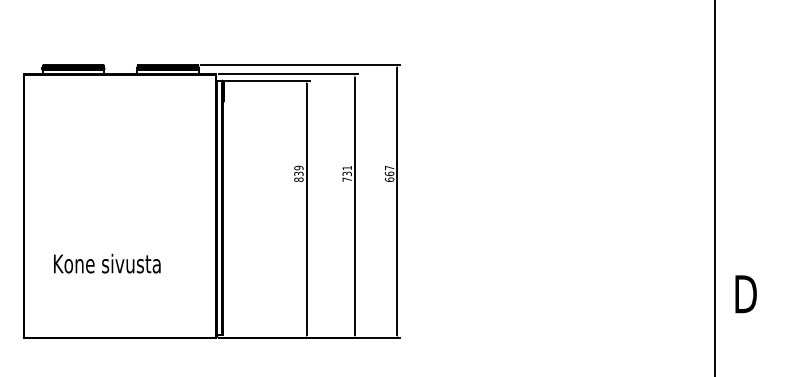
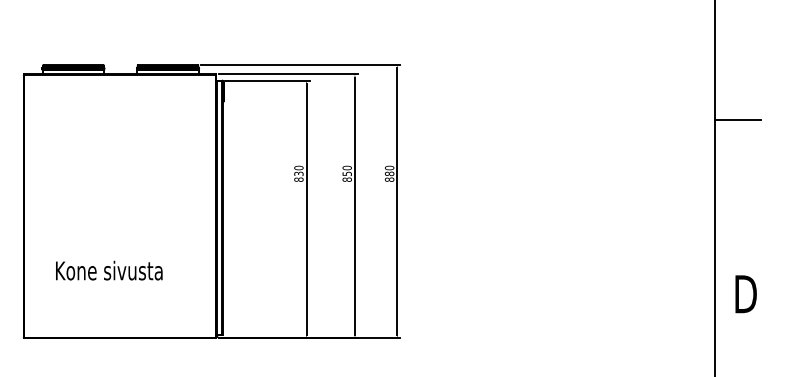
line at (737, 120): none -> present
text at (298, 168): 839 -> 830
text at (346, 173): 731 -> 850
text at (389, 173): 667 -> 880
text at (107, 263) position: (107, 263) -> (109, 270)
